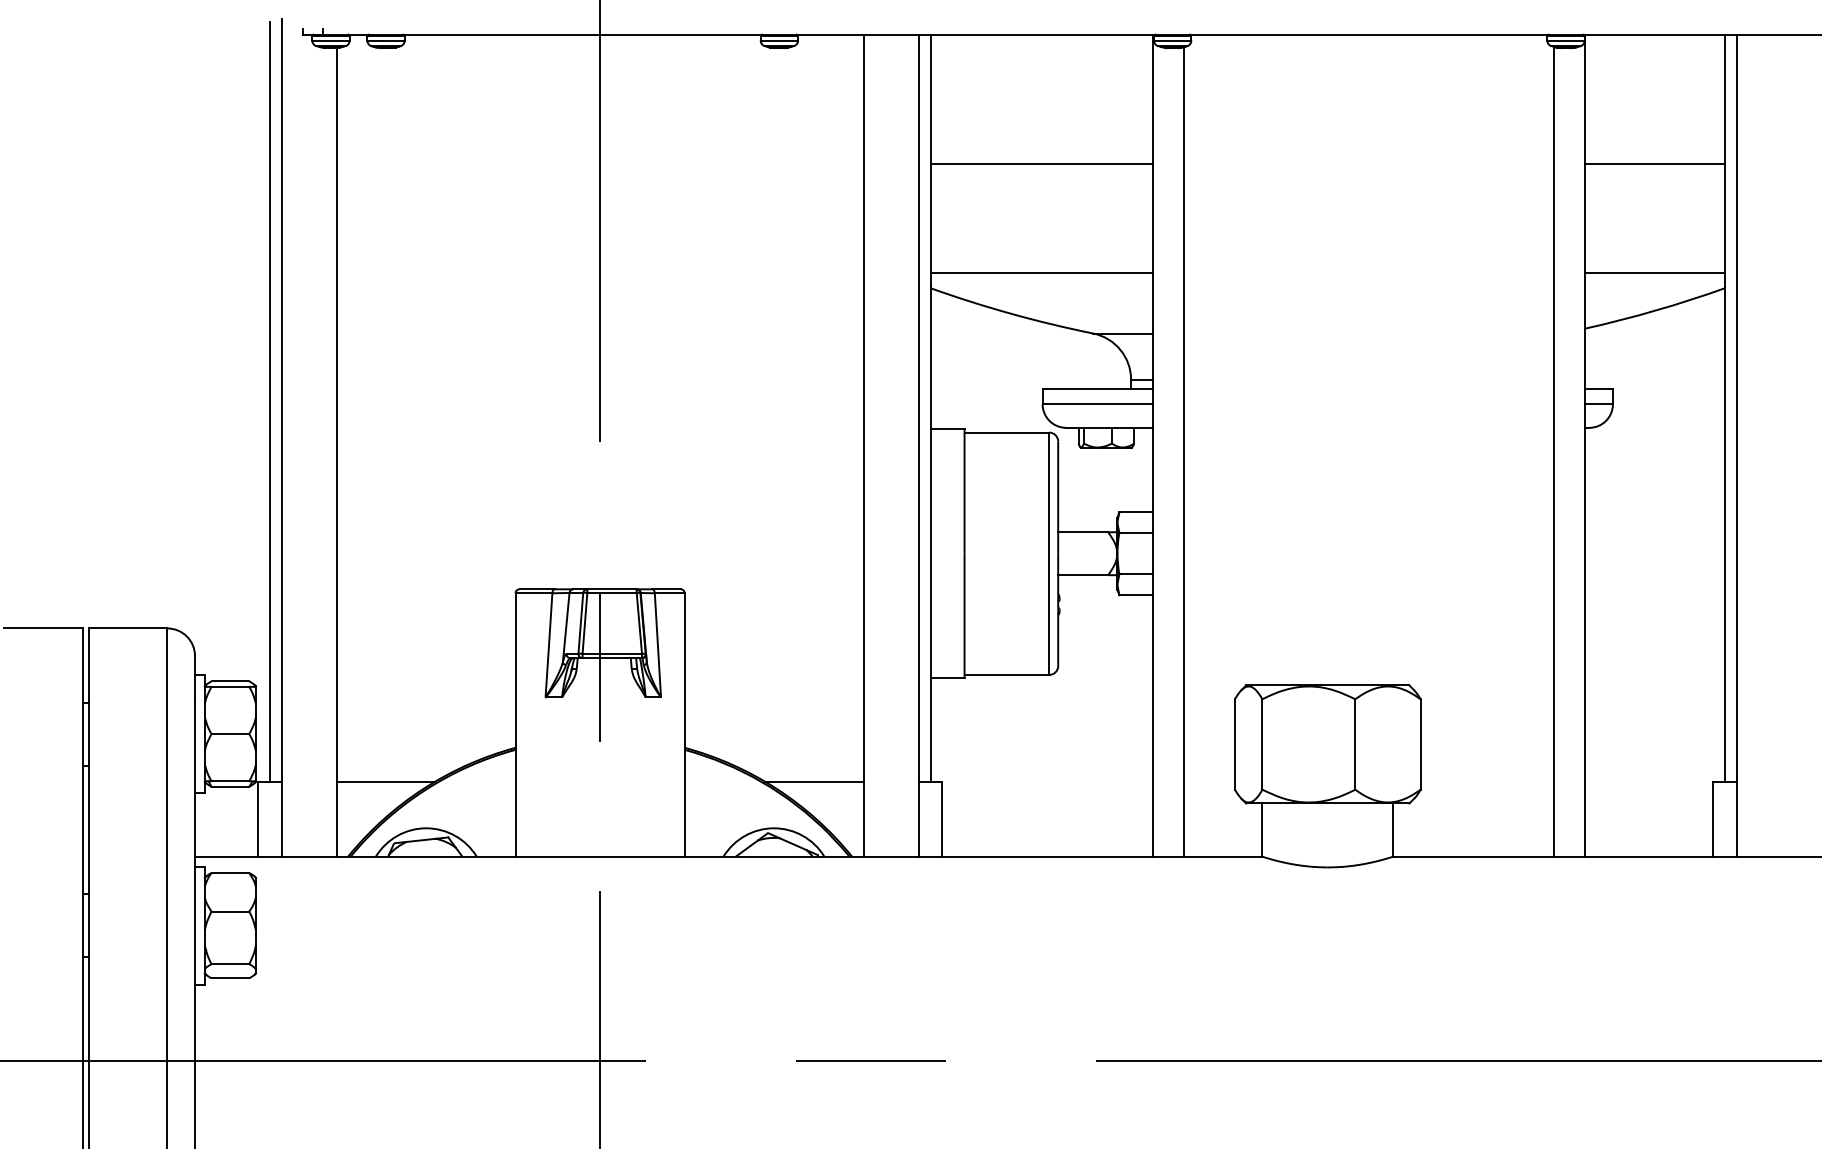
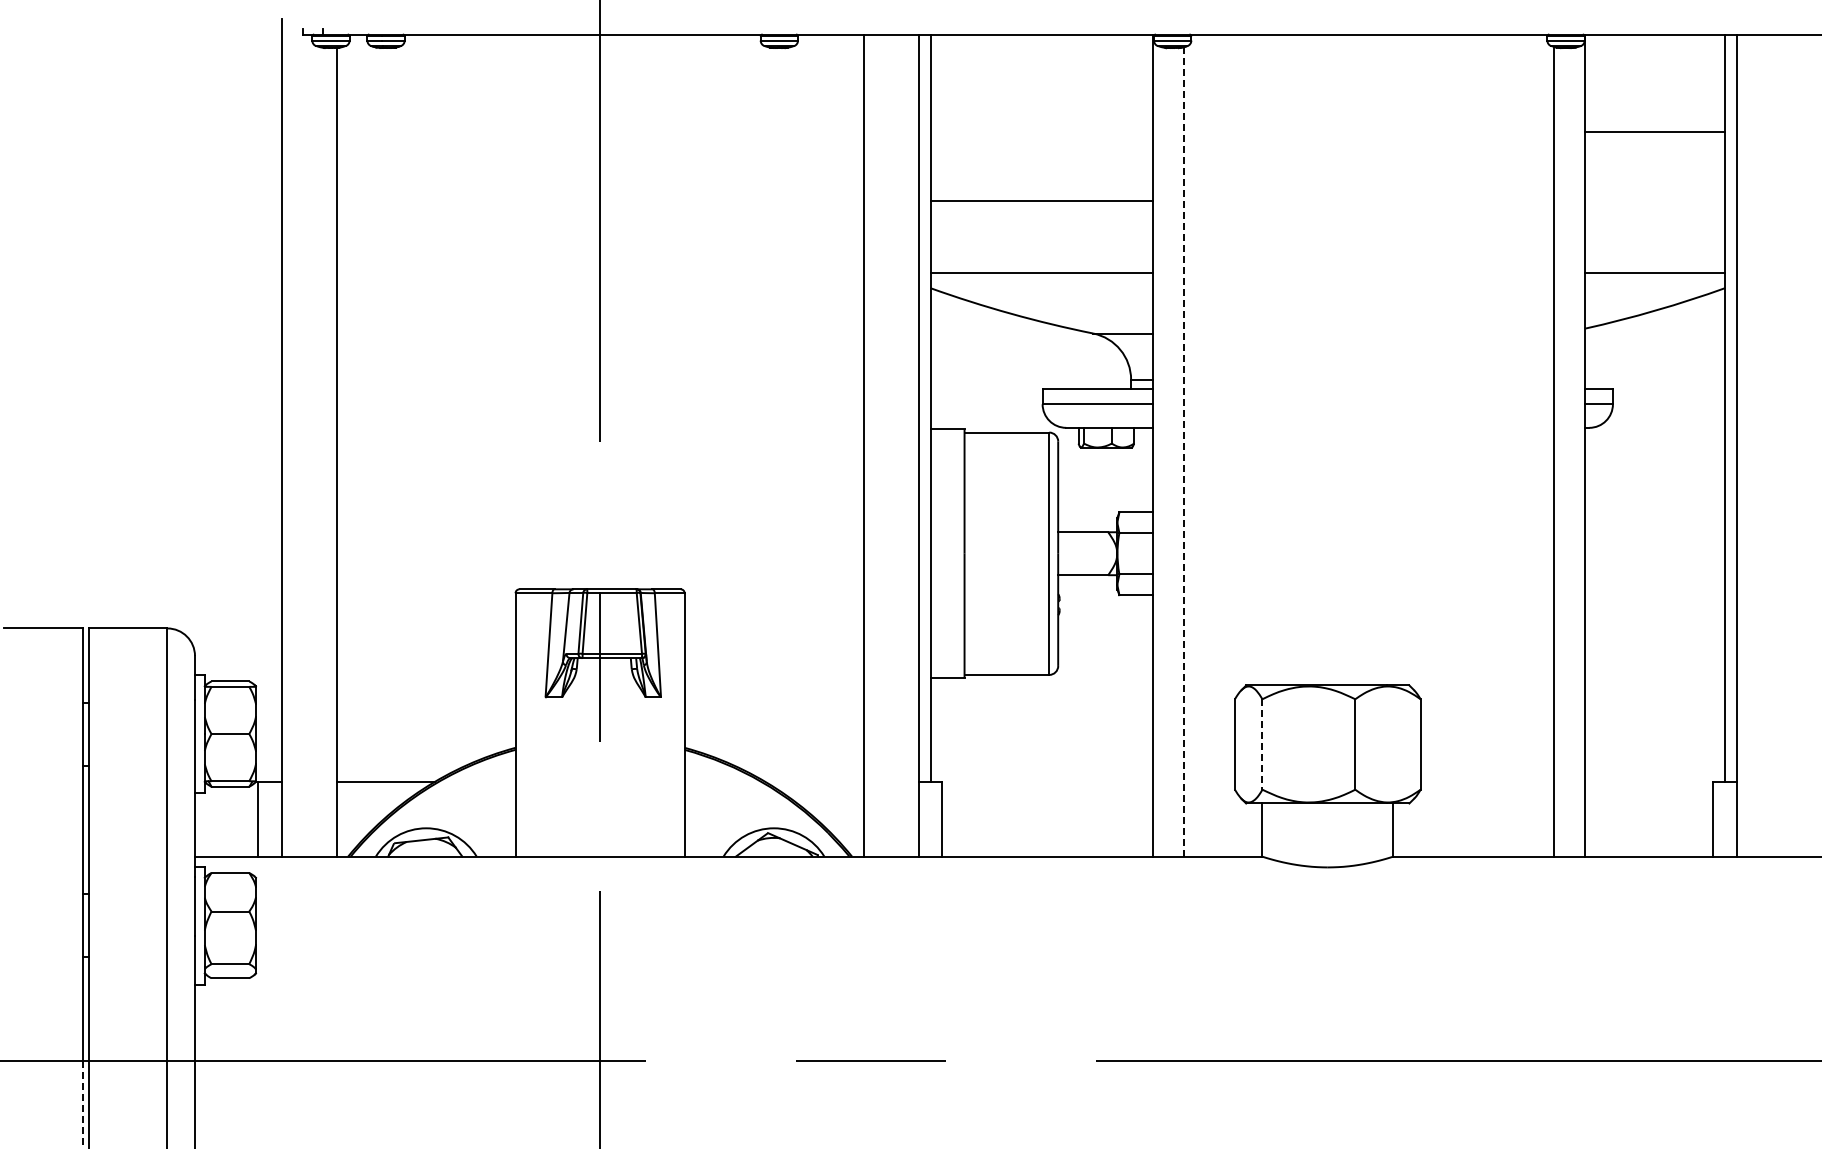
line at (1041, 163) position: (1041, 163) -> (1041, 200)
line at (1655, 163) position: (1655, 163) -> (1655, 131)
line at (269, 401): present -> none
line at (1184, 451): solid -> dashed
line at (1262, 744): solid -> dashed
line at (814, 781): present -> none
line at (82, 1105): solid -> dashed
